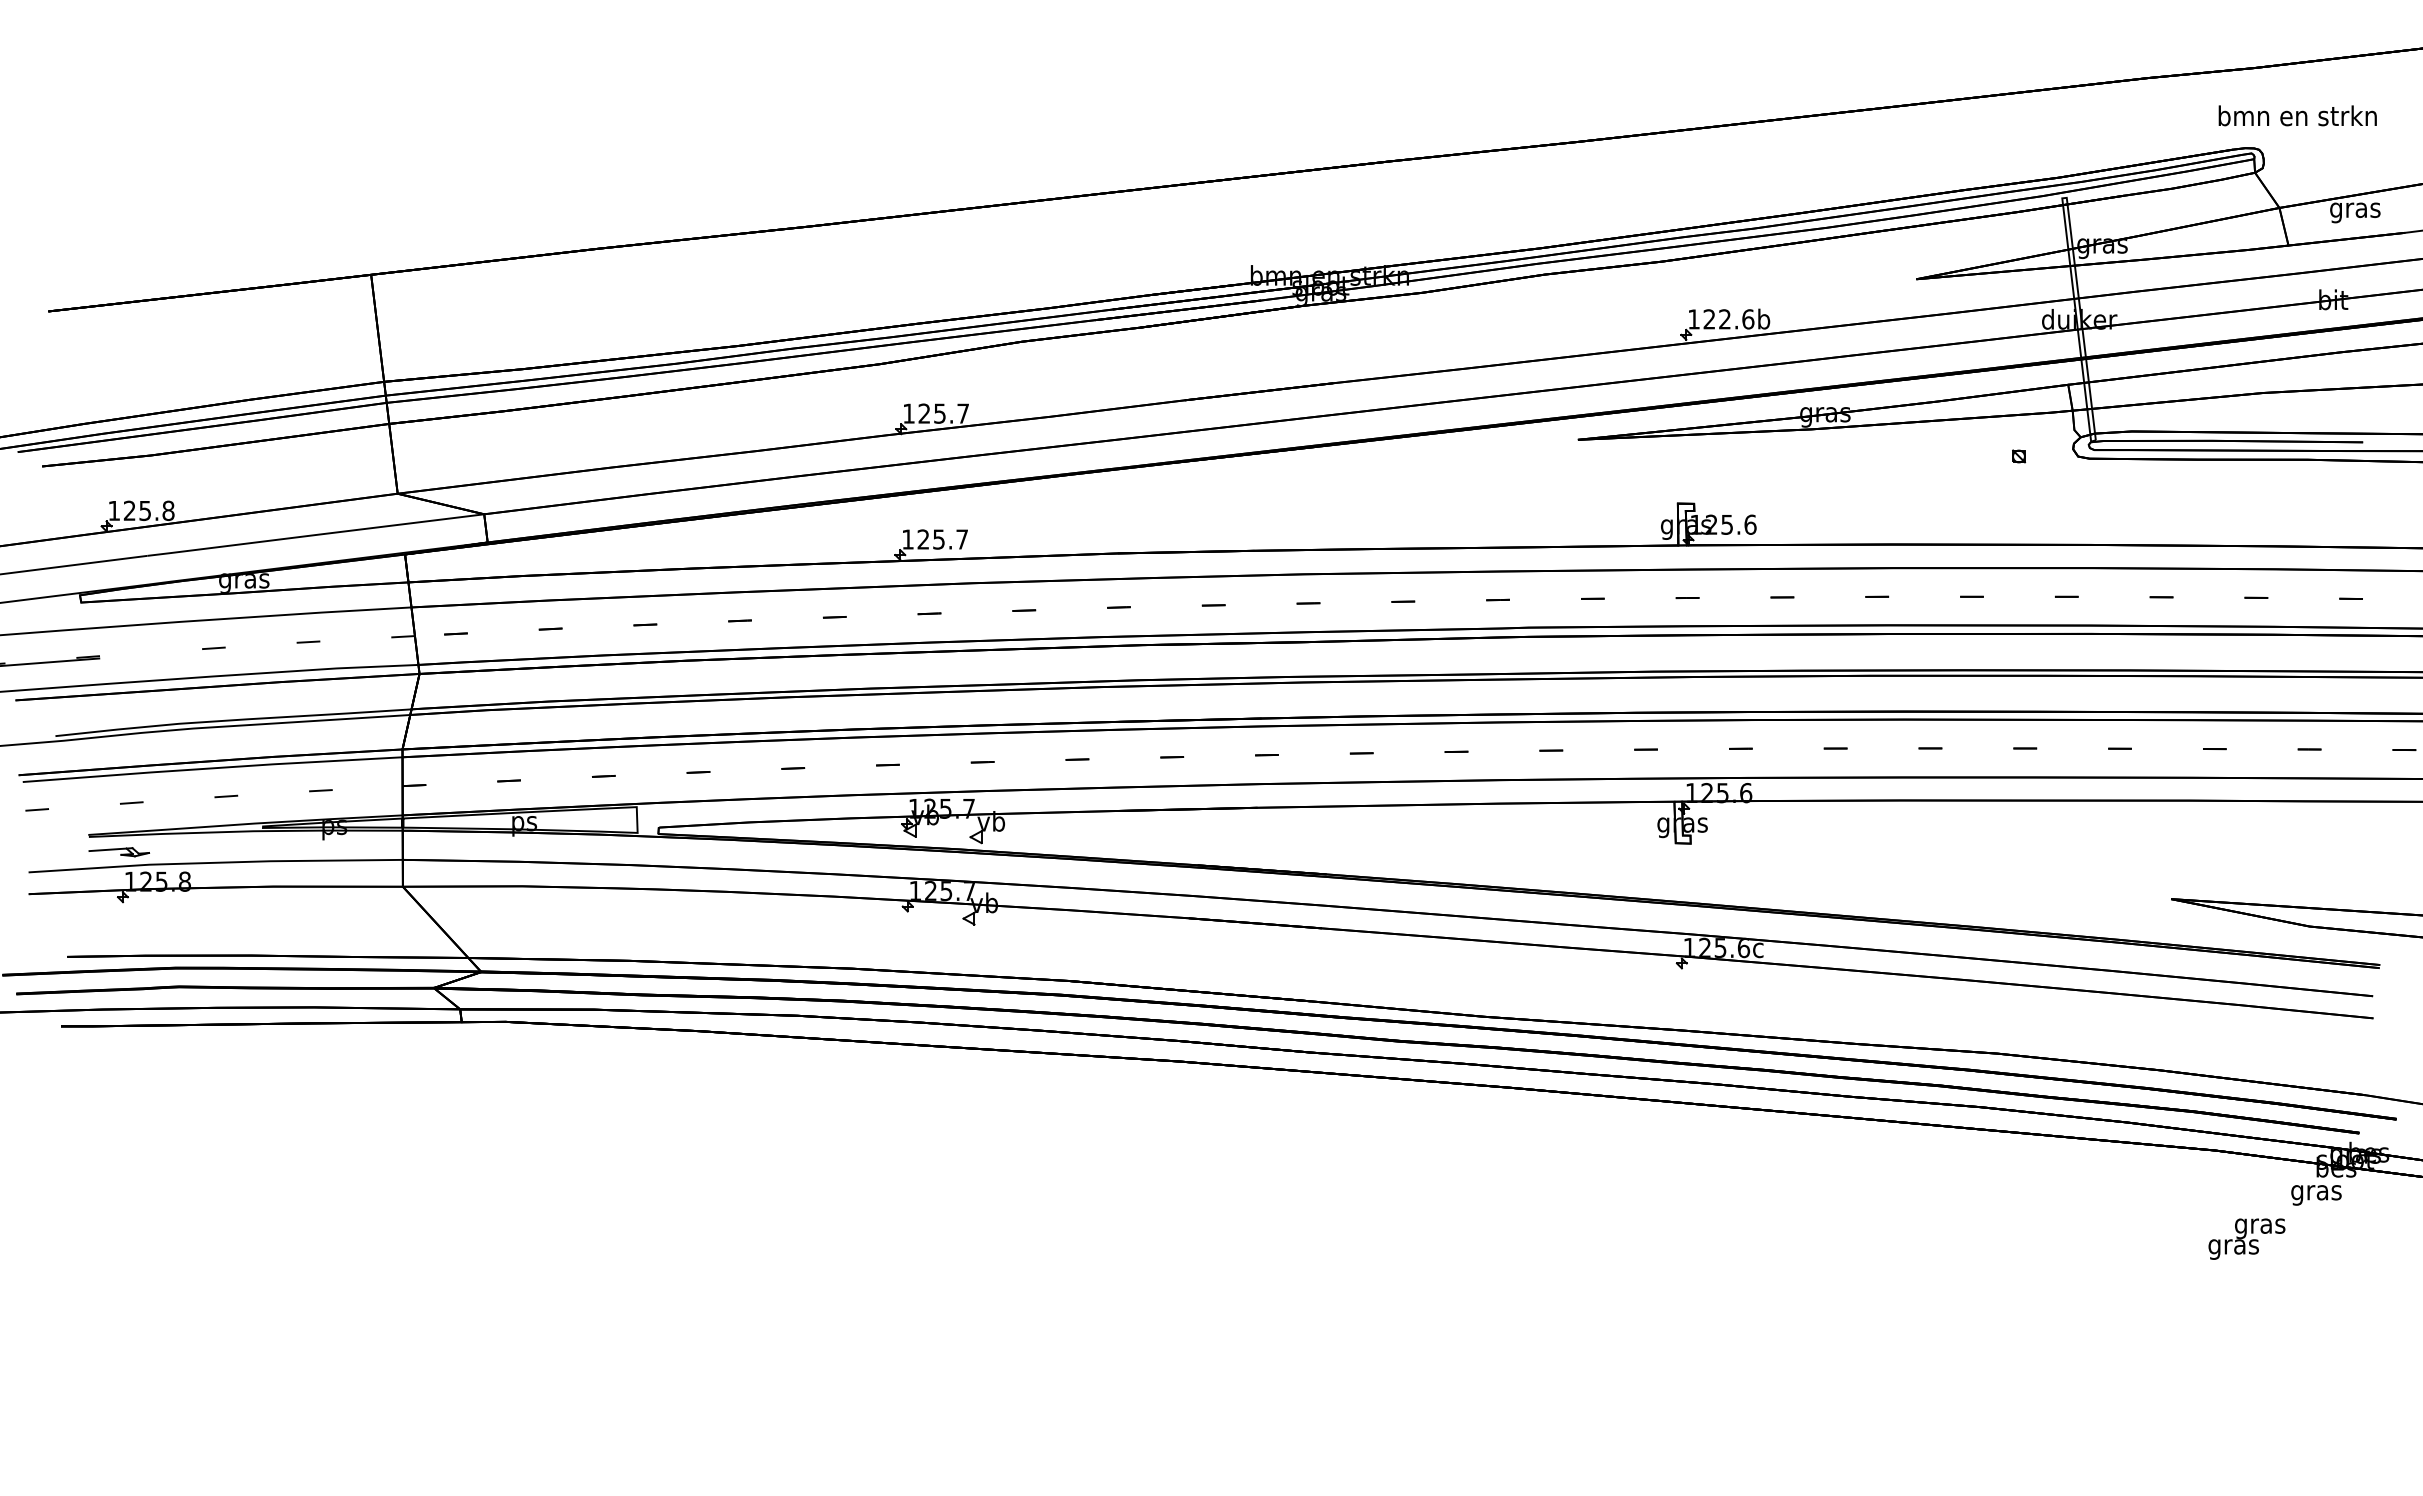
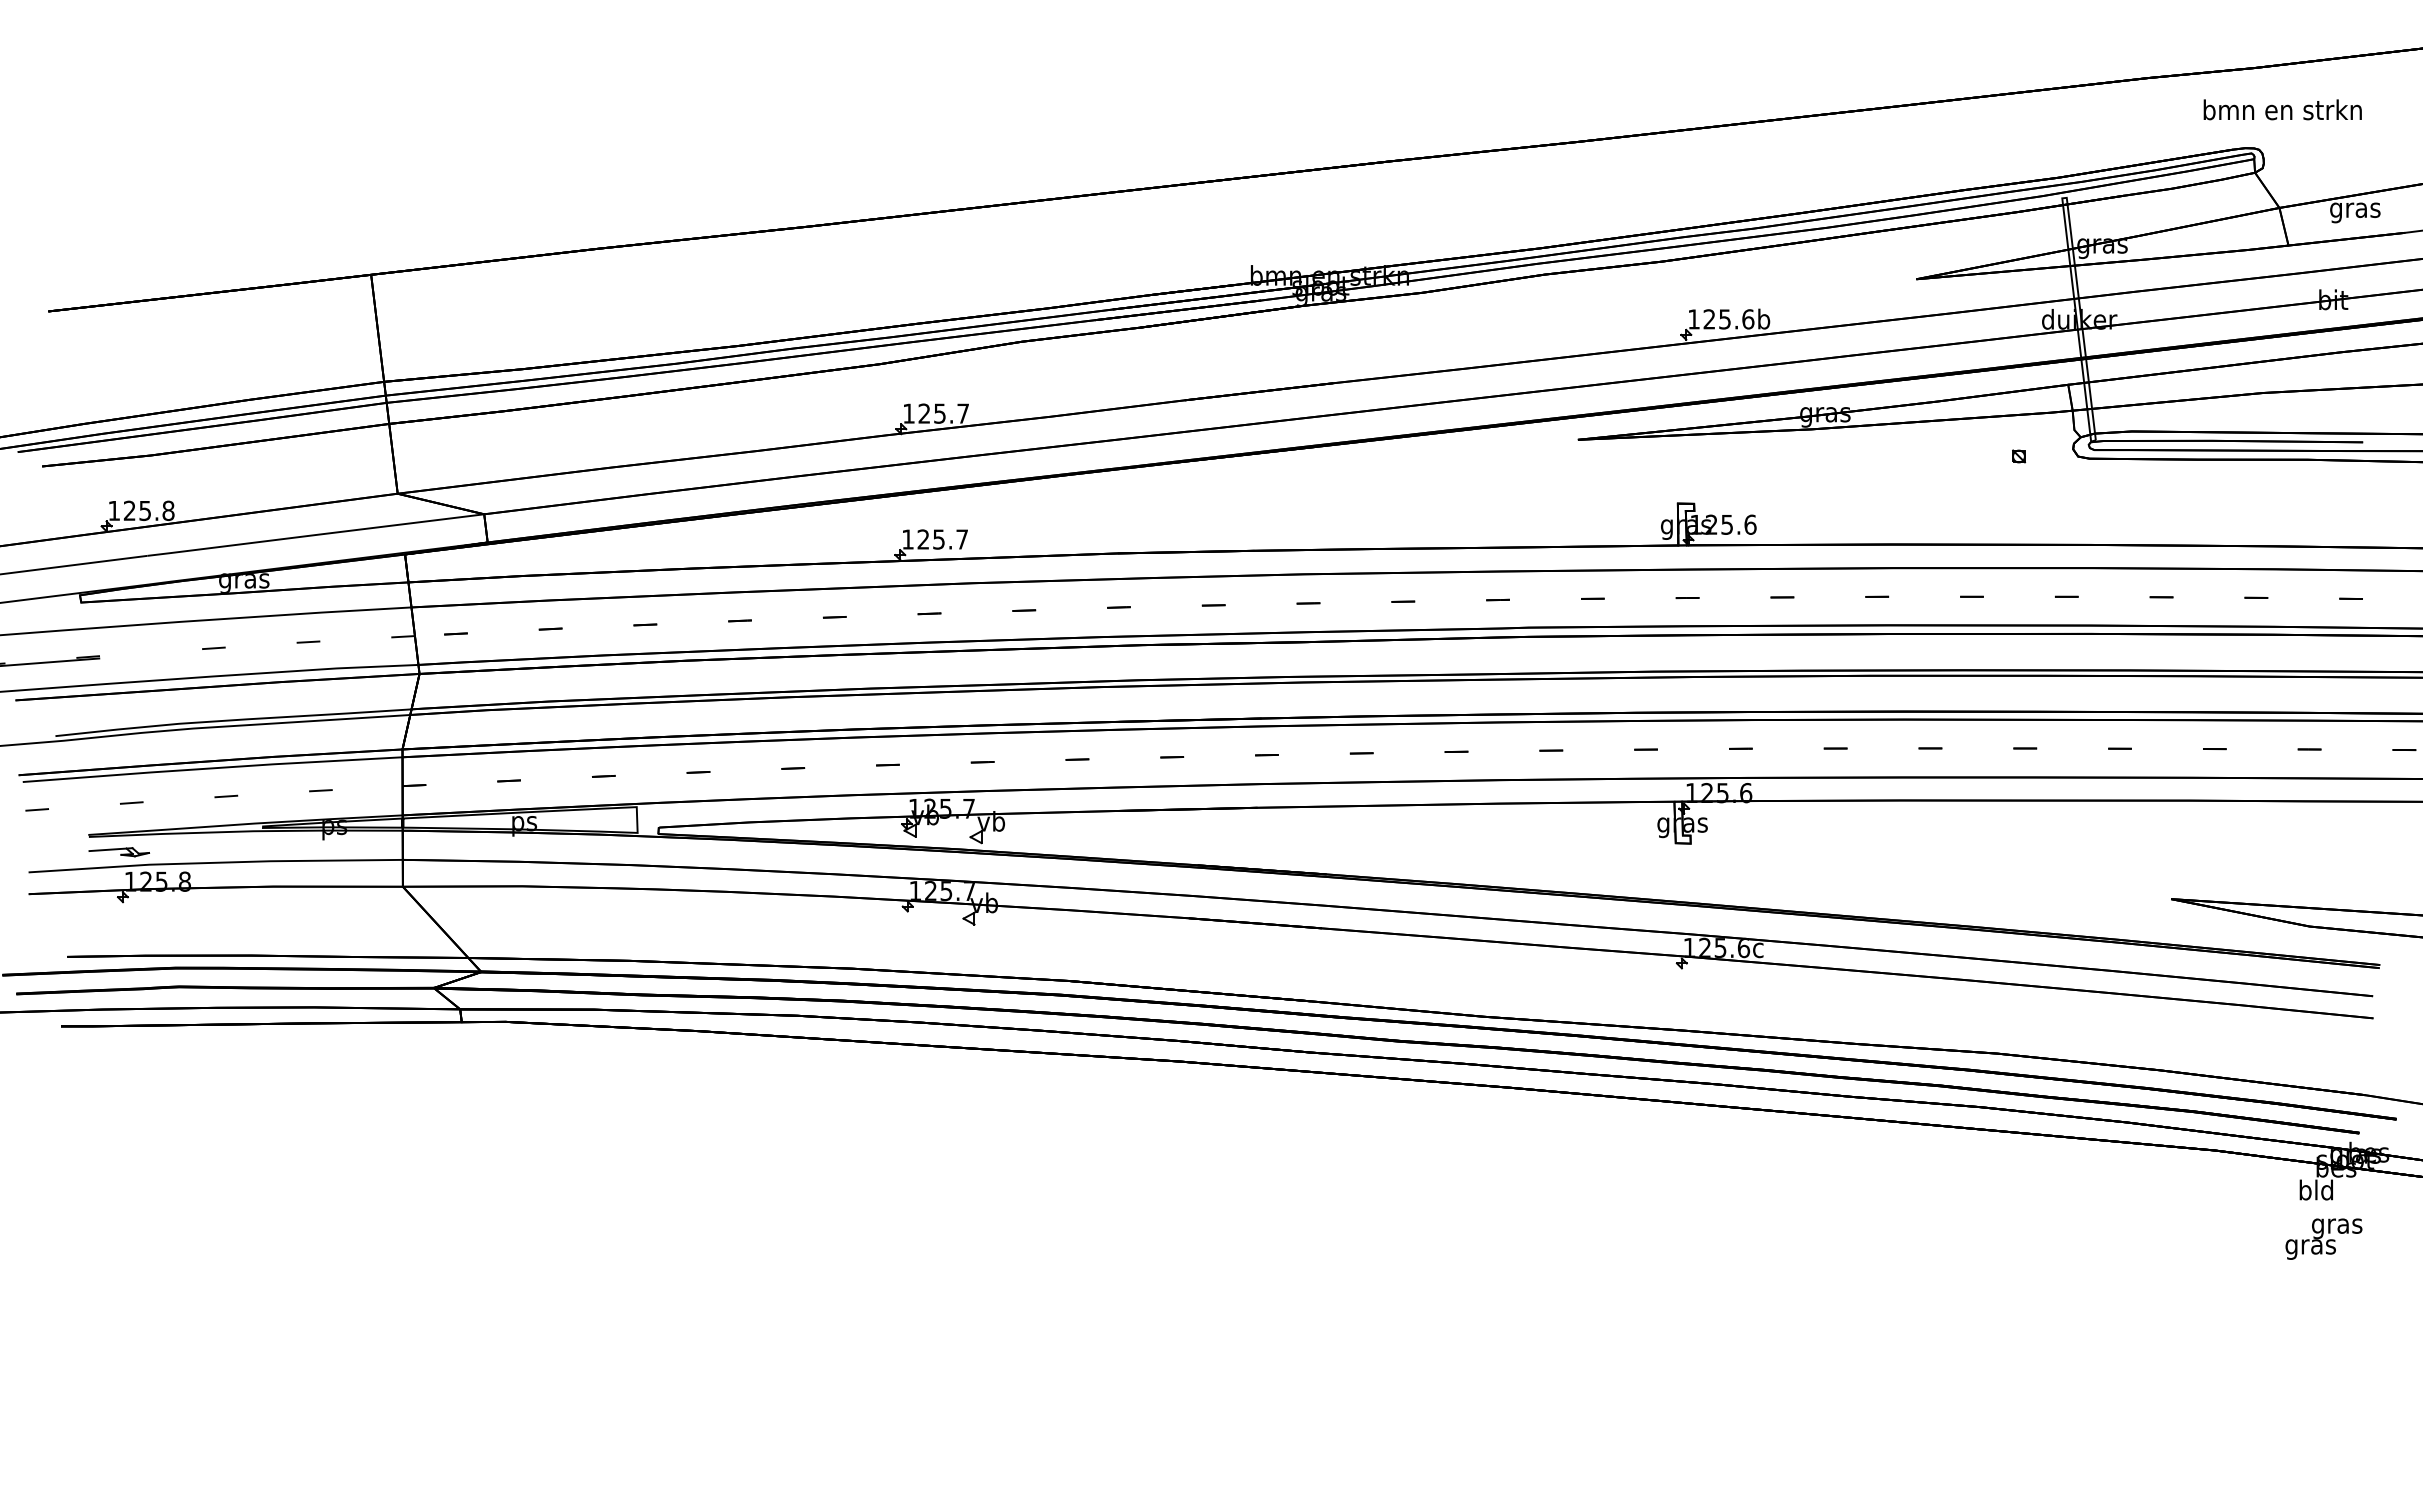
text at (2297, 115) position: (2297, 115) -> (2282, 109)
text at (1724, 319): 122.6b -> 125.6b
text at (2316, 1192): gras -> bld
text at (2246, 1238) position: (2246, 1238) -> (2323, 1238)
